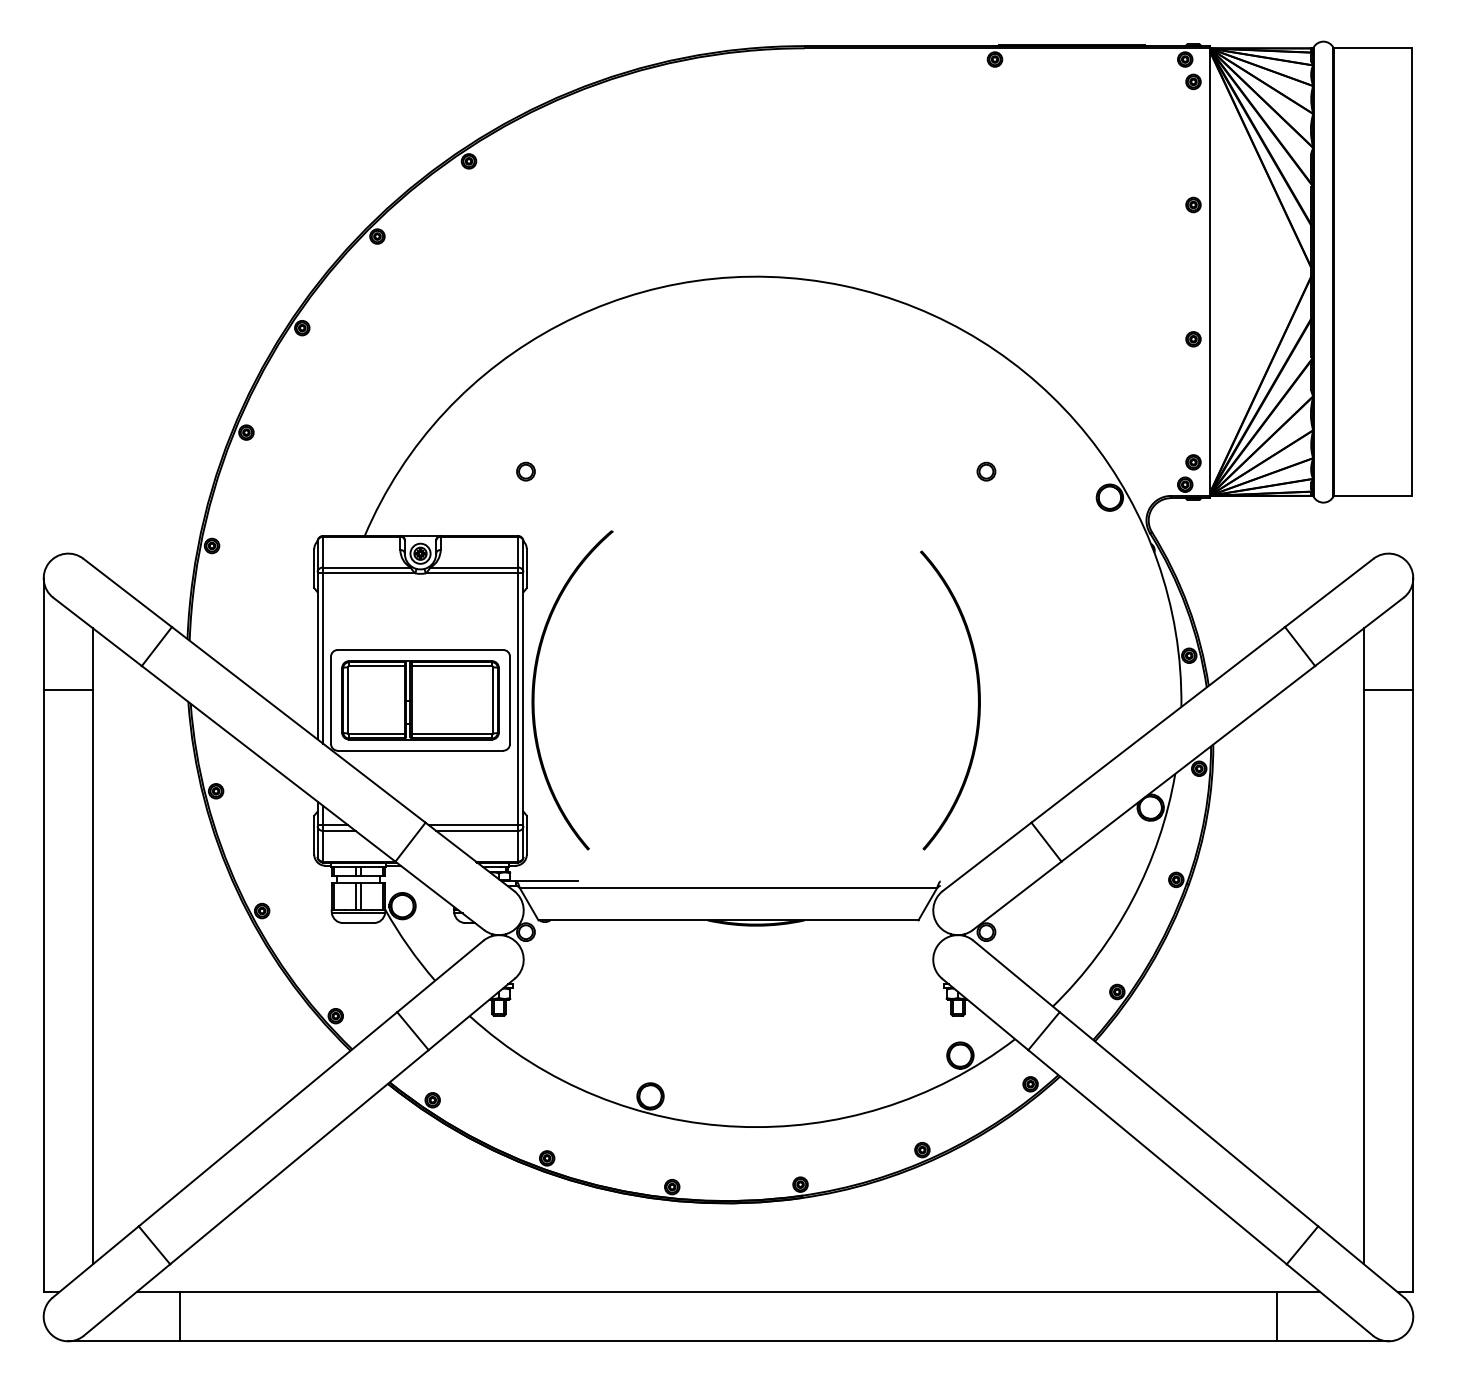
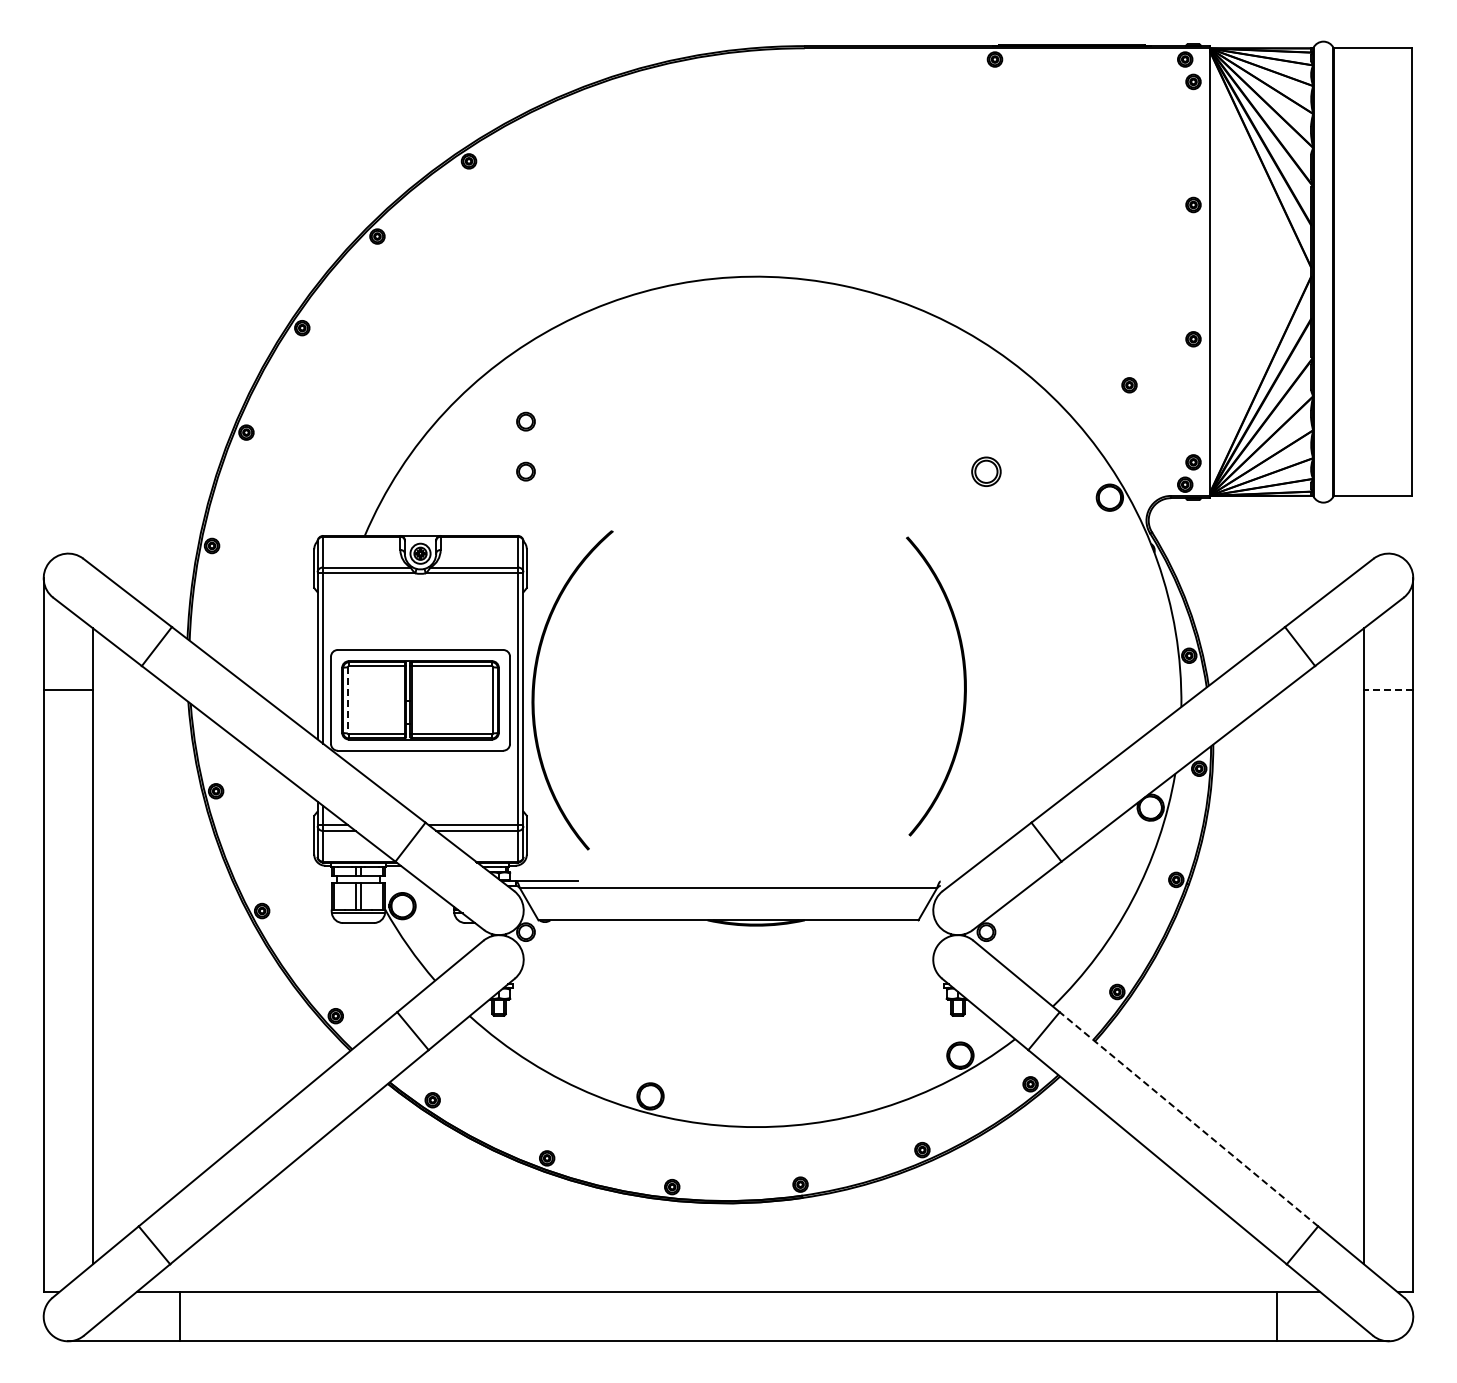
part at (1129, 385): none -> present
part at (525, 421): none -> present
part at (986, 471) size: 21x21 px -> 31x31 px
line at (1388, 690): solid -> dashed
part at (977, 697) position: (977, 697) -> (963, 683)
line at (347, 700): solid -> dashed
line at (1188, 1119): solid -> dashed
